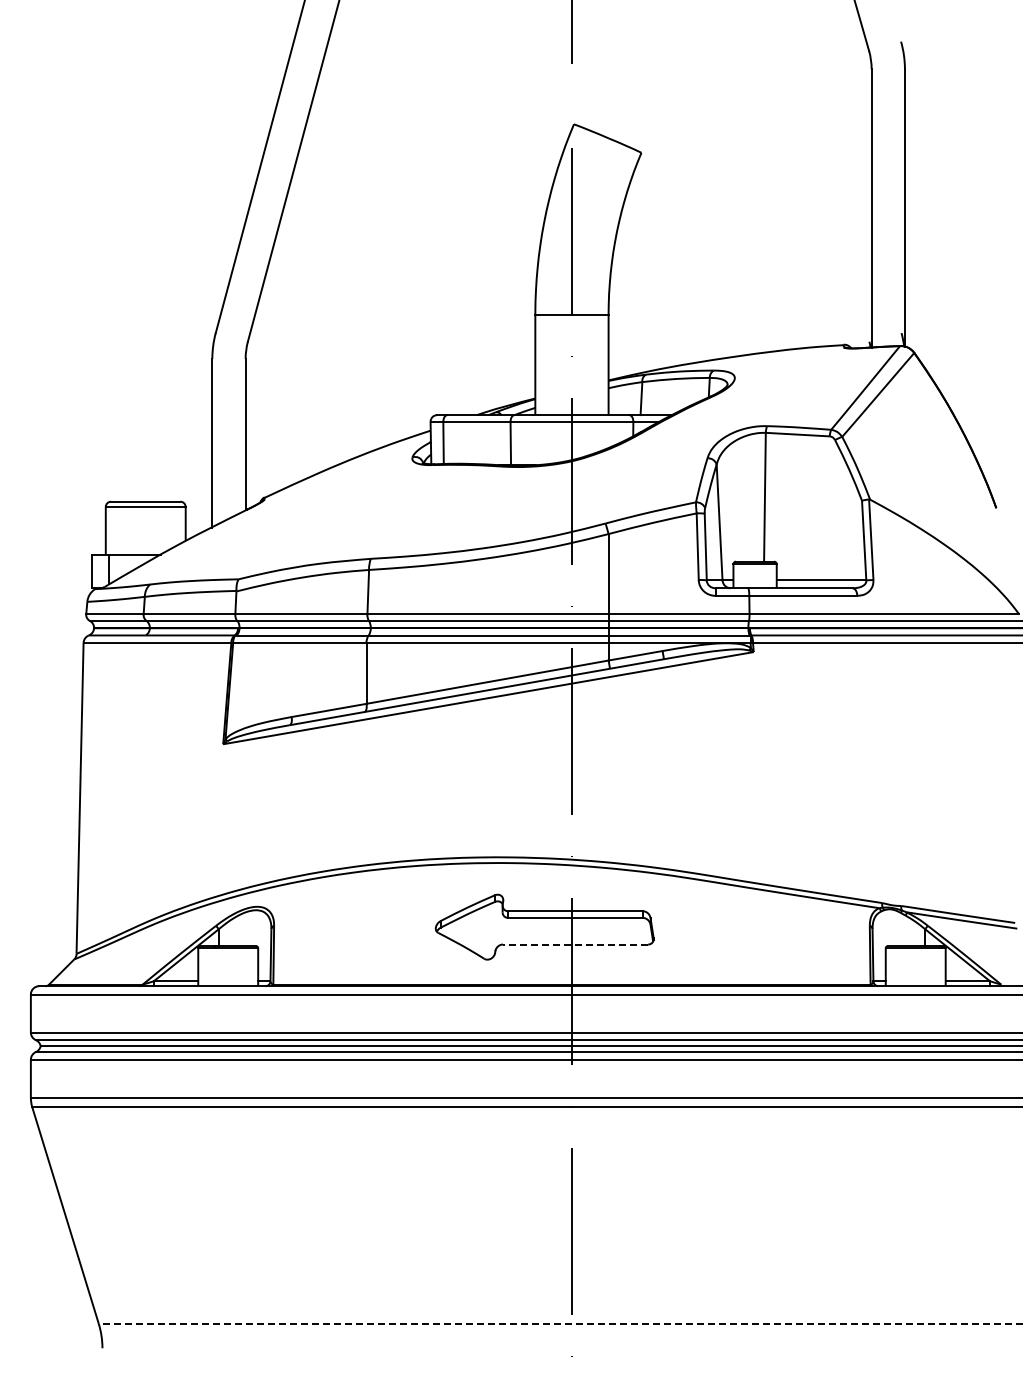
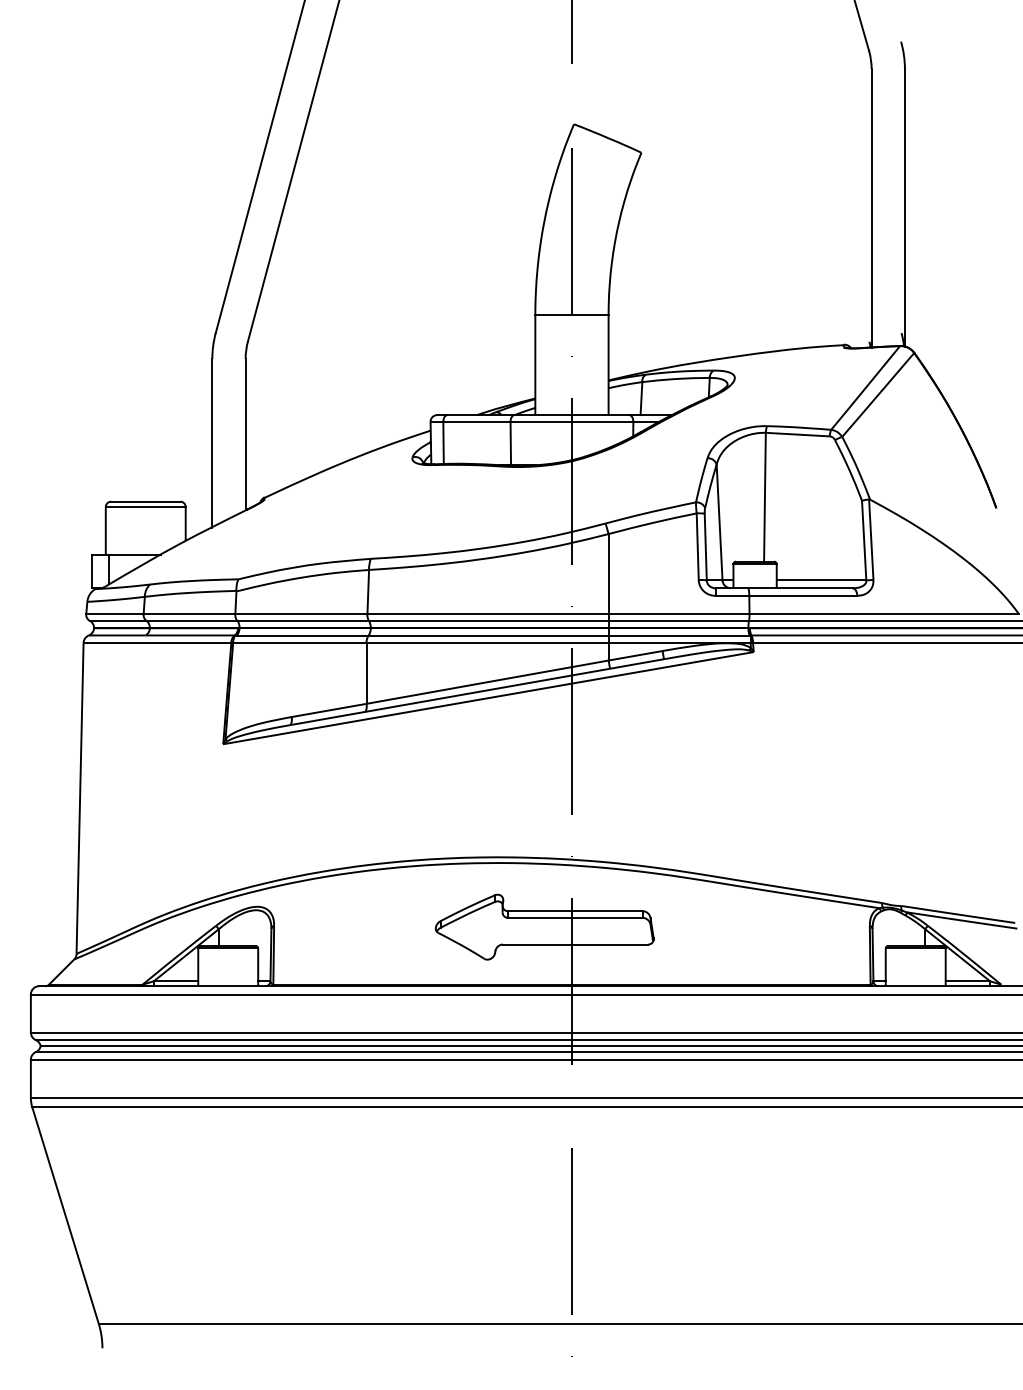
line at (575, 944): dashed -> solid
line at (560, 1323): dashed -> solid
